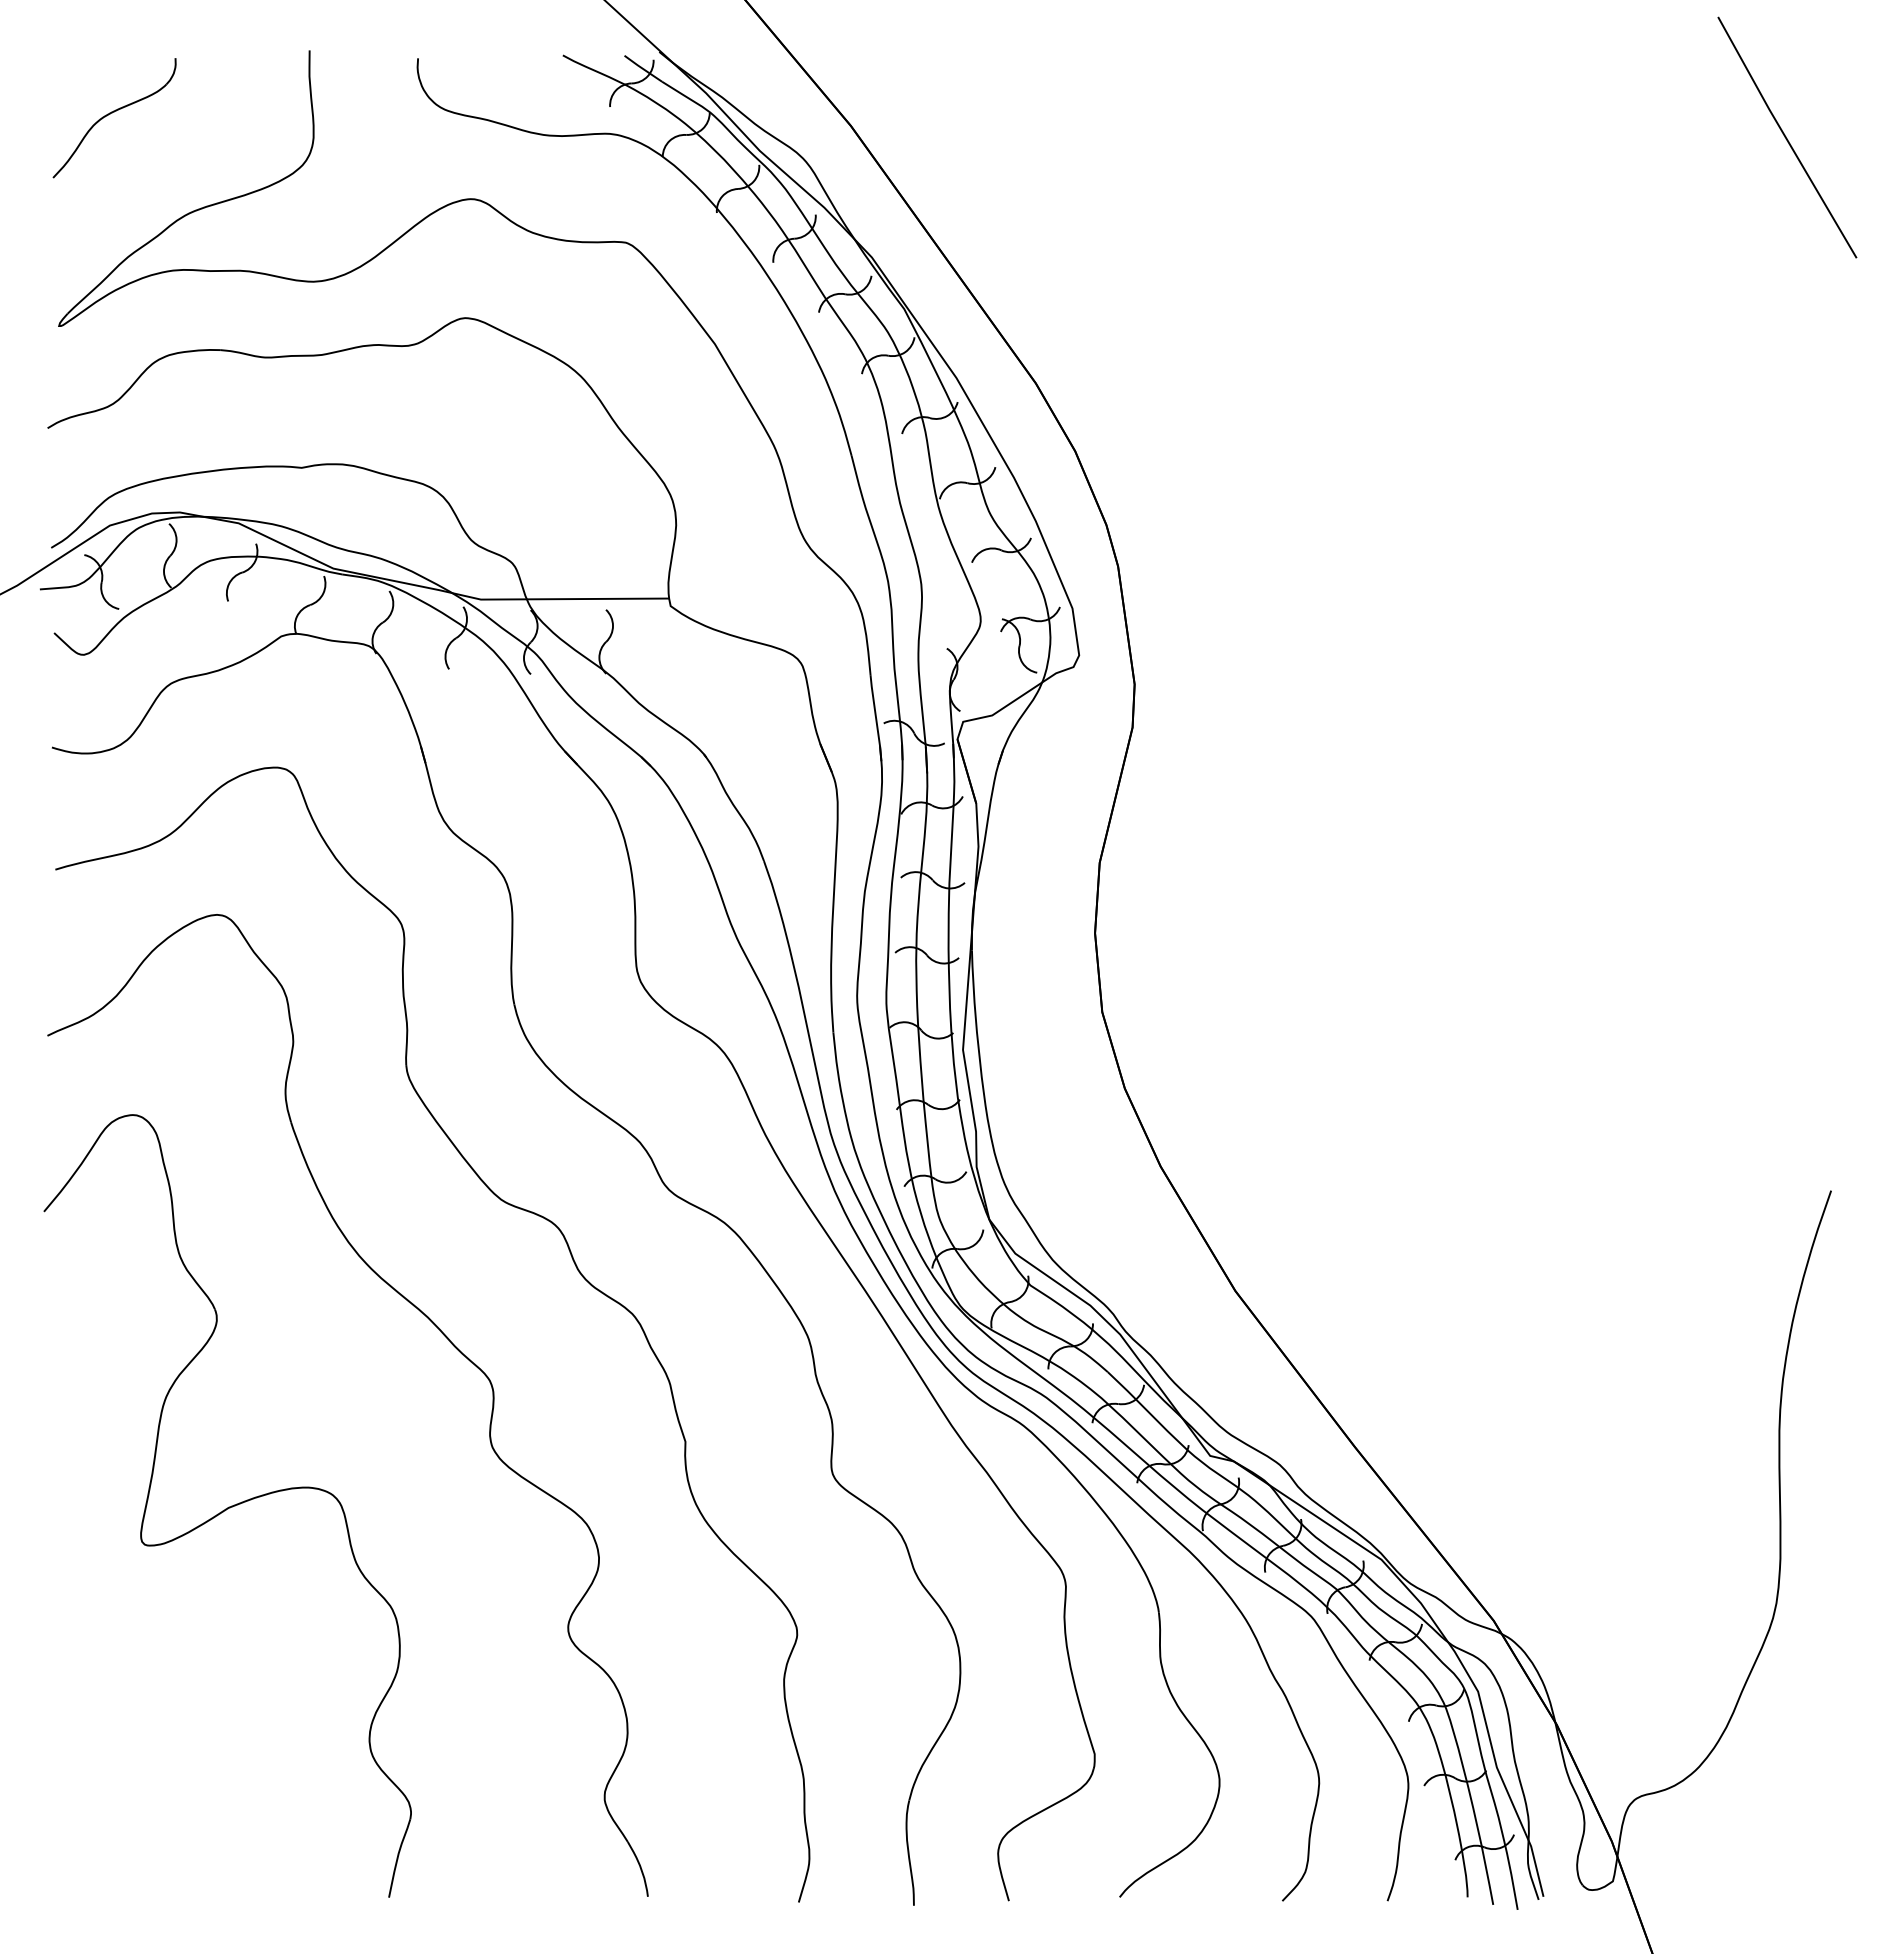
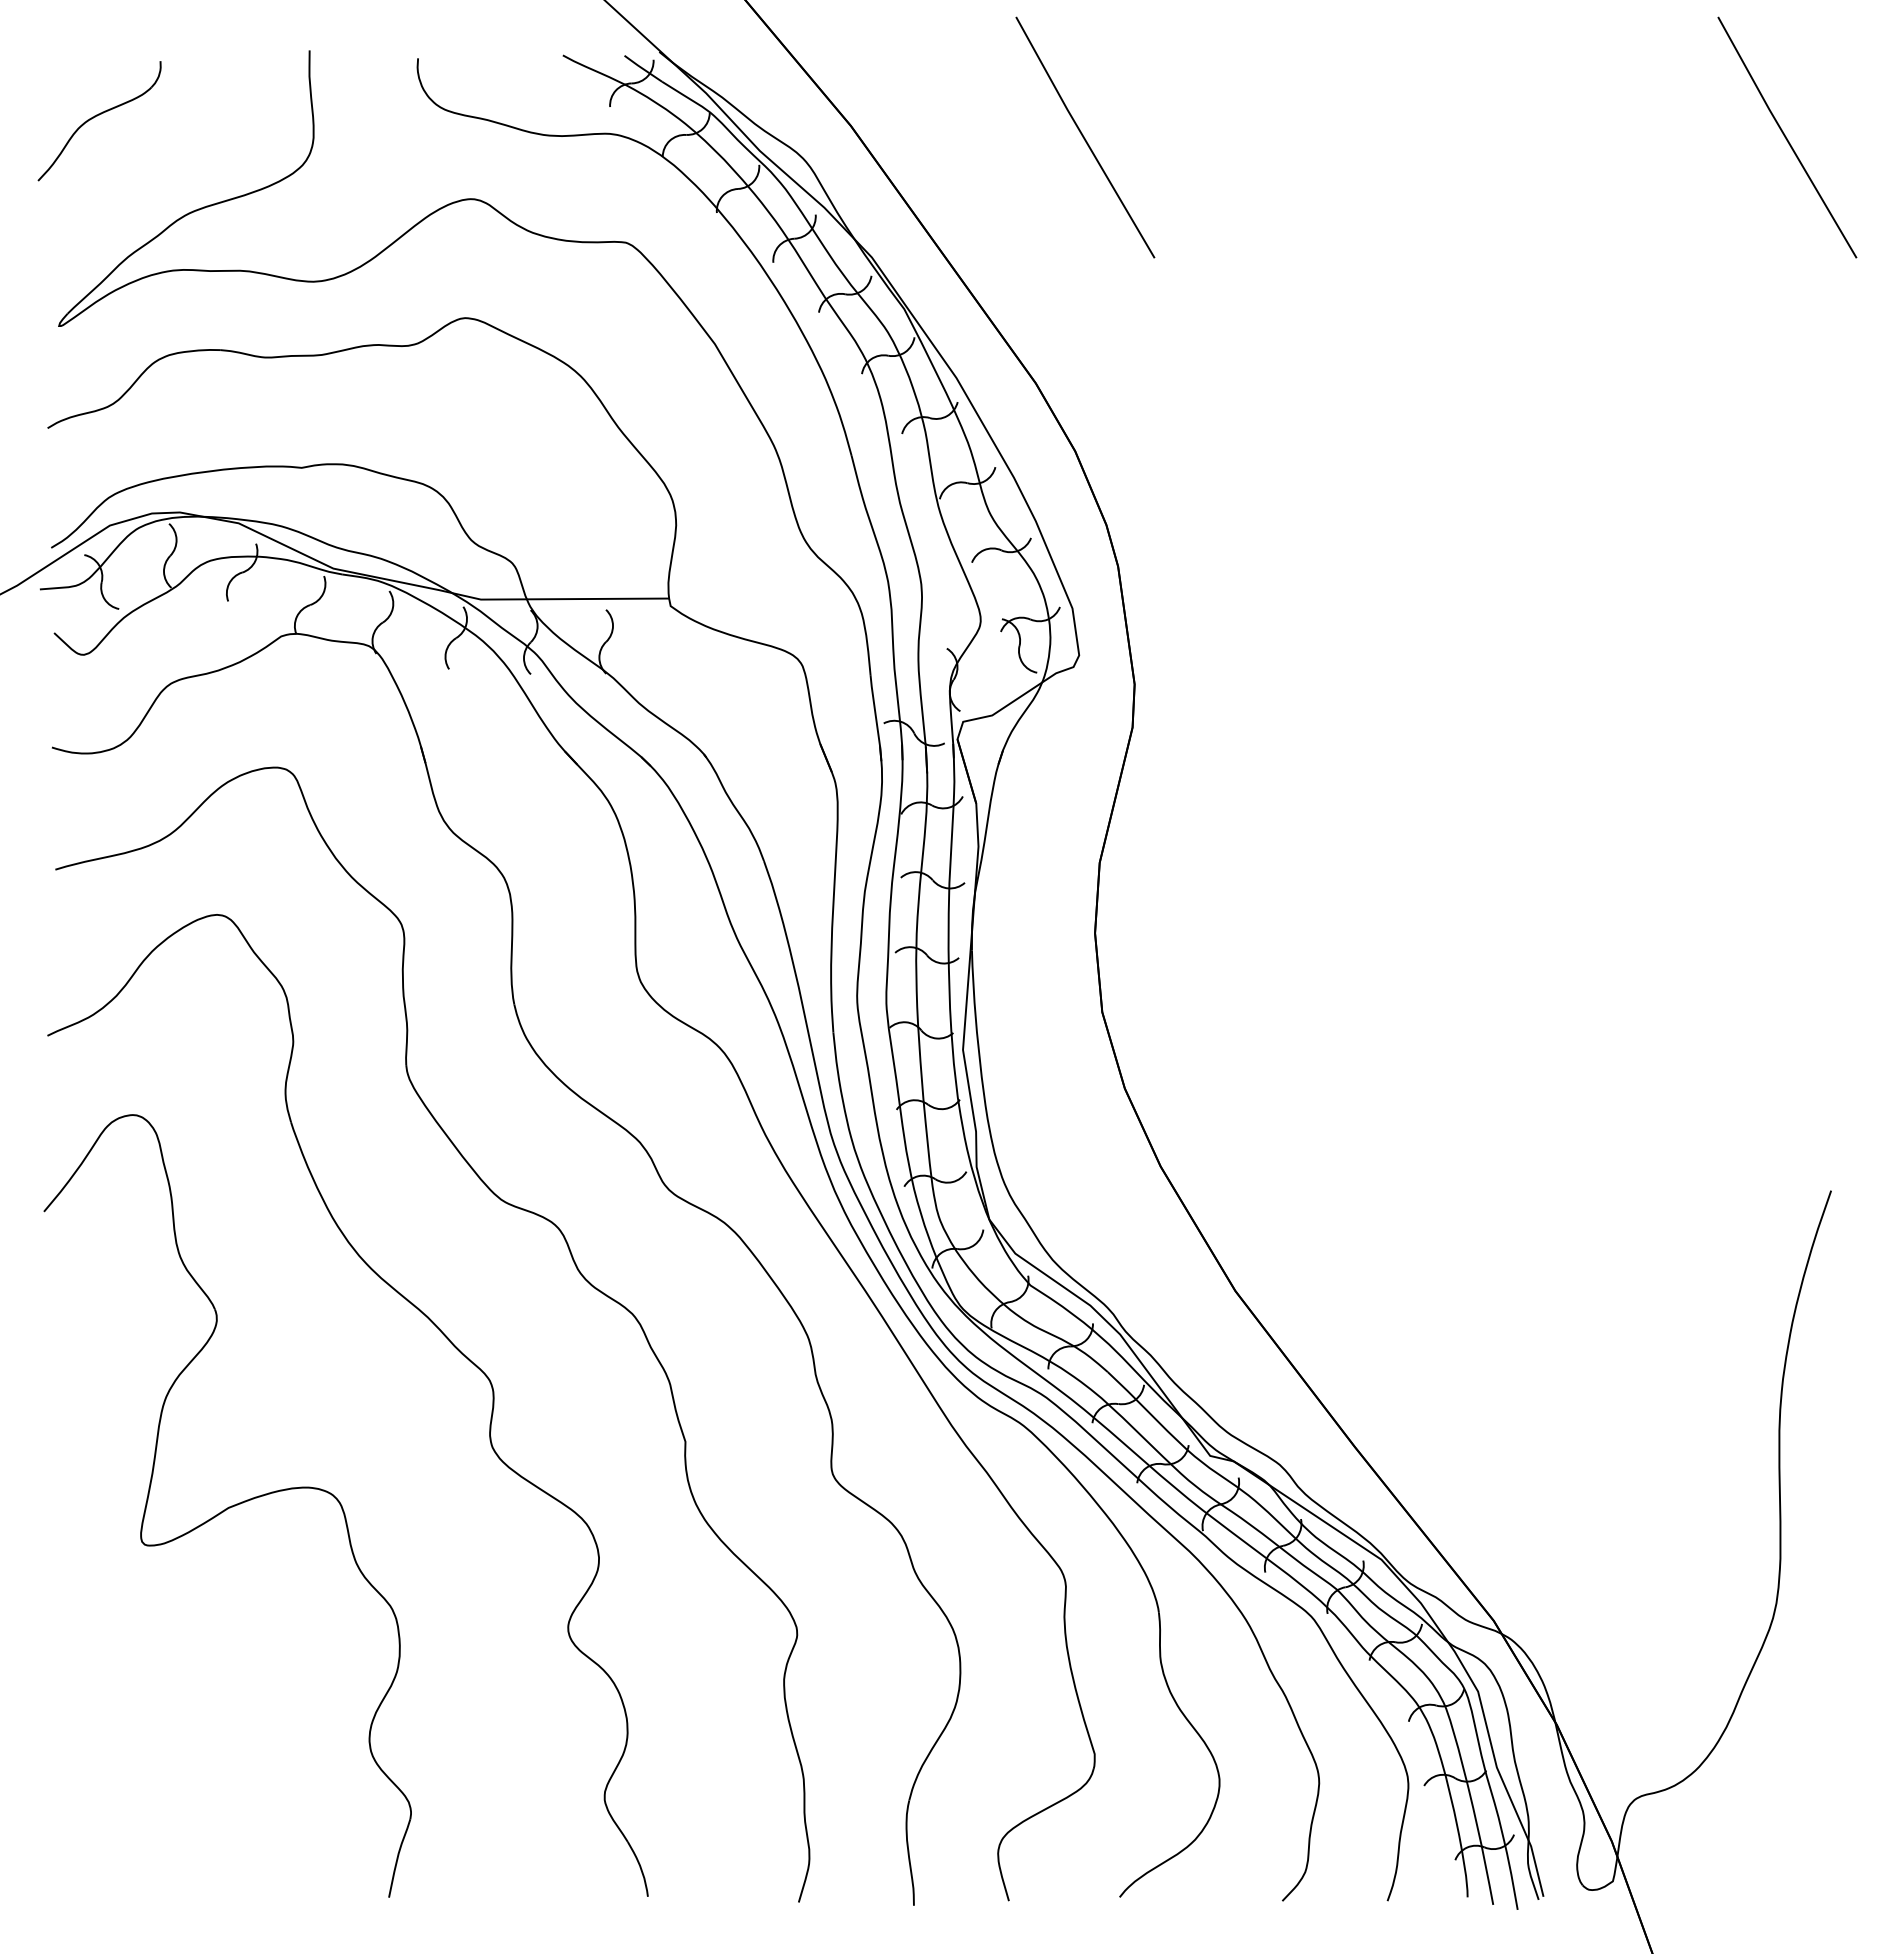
part at (114, 118) position: (114, 118) -> (99, 121)
line at (1084, 137): none -> present
